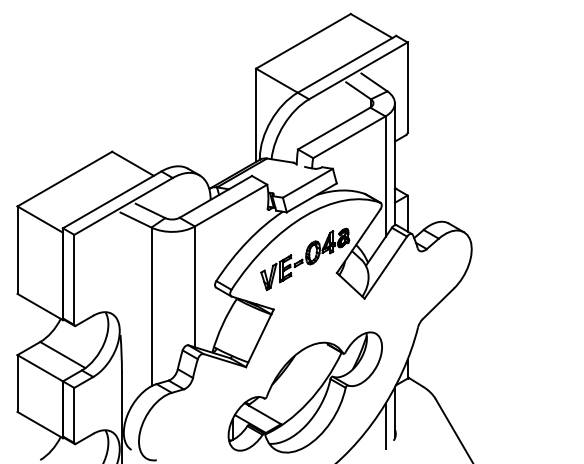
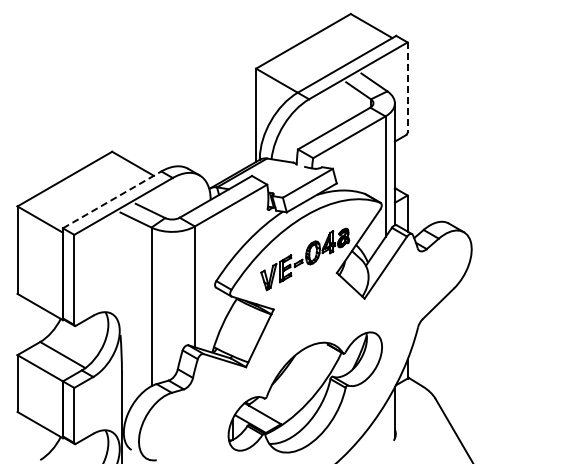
line at (407, 87): solid -> dashed
line at (112, 199): solid -> dashed
line at (385, 425): present -> none
